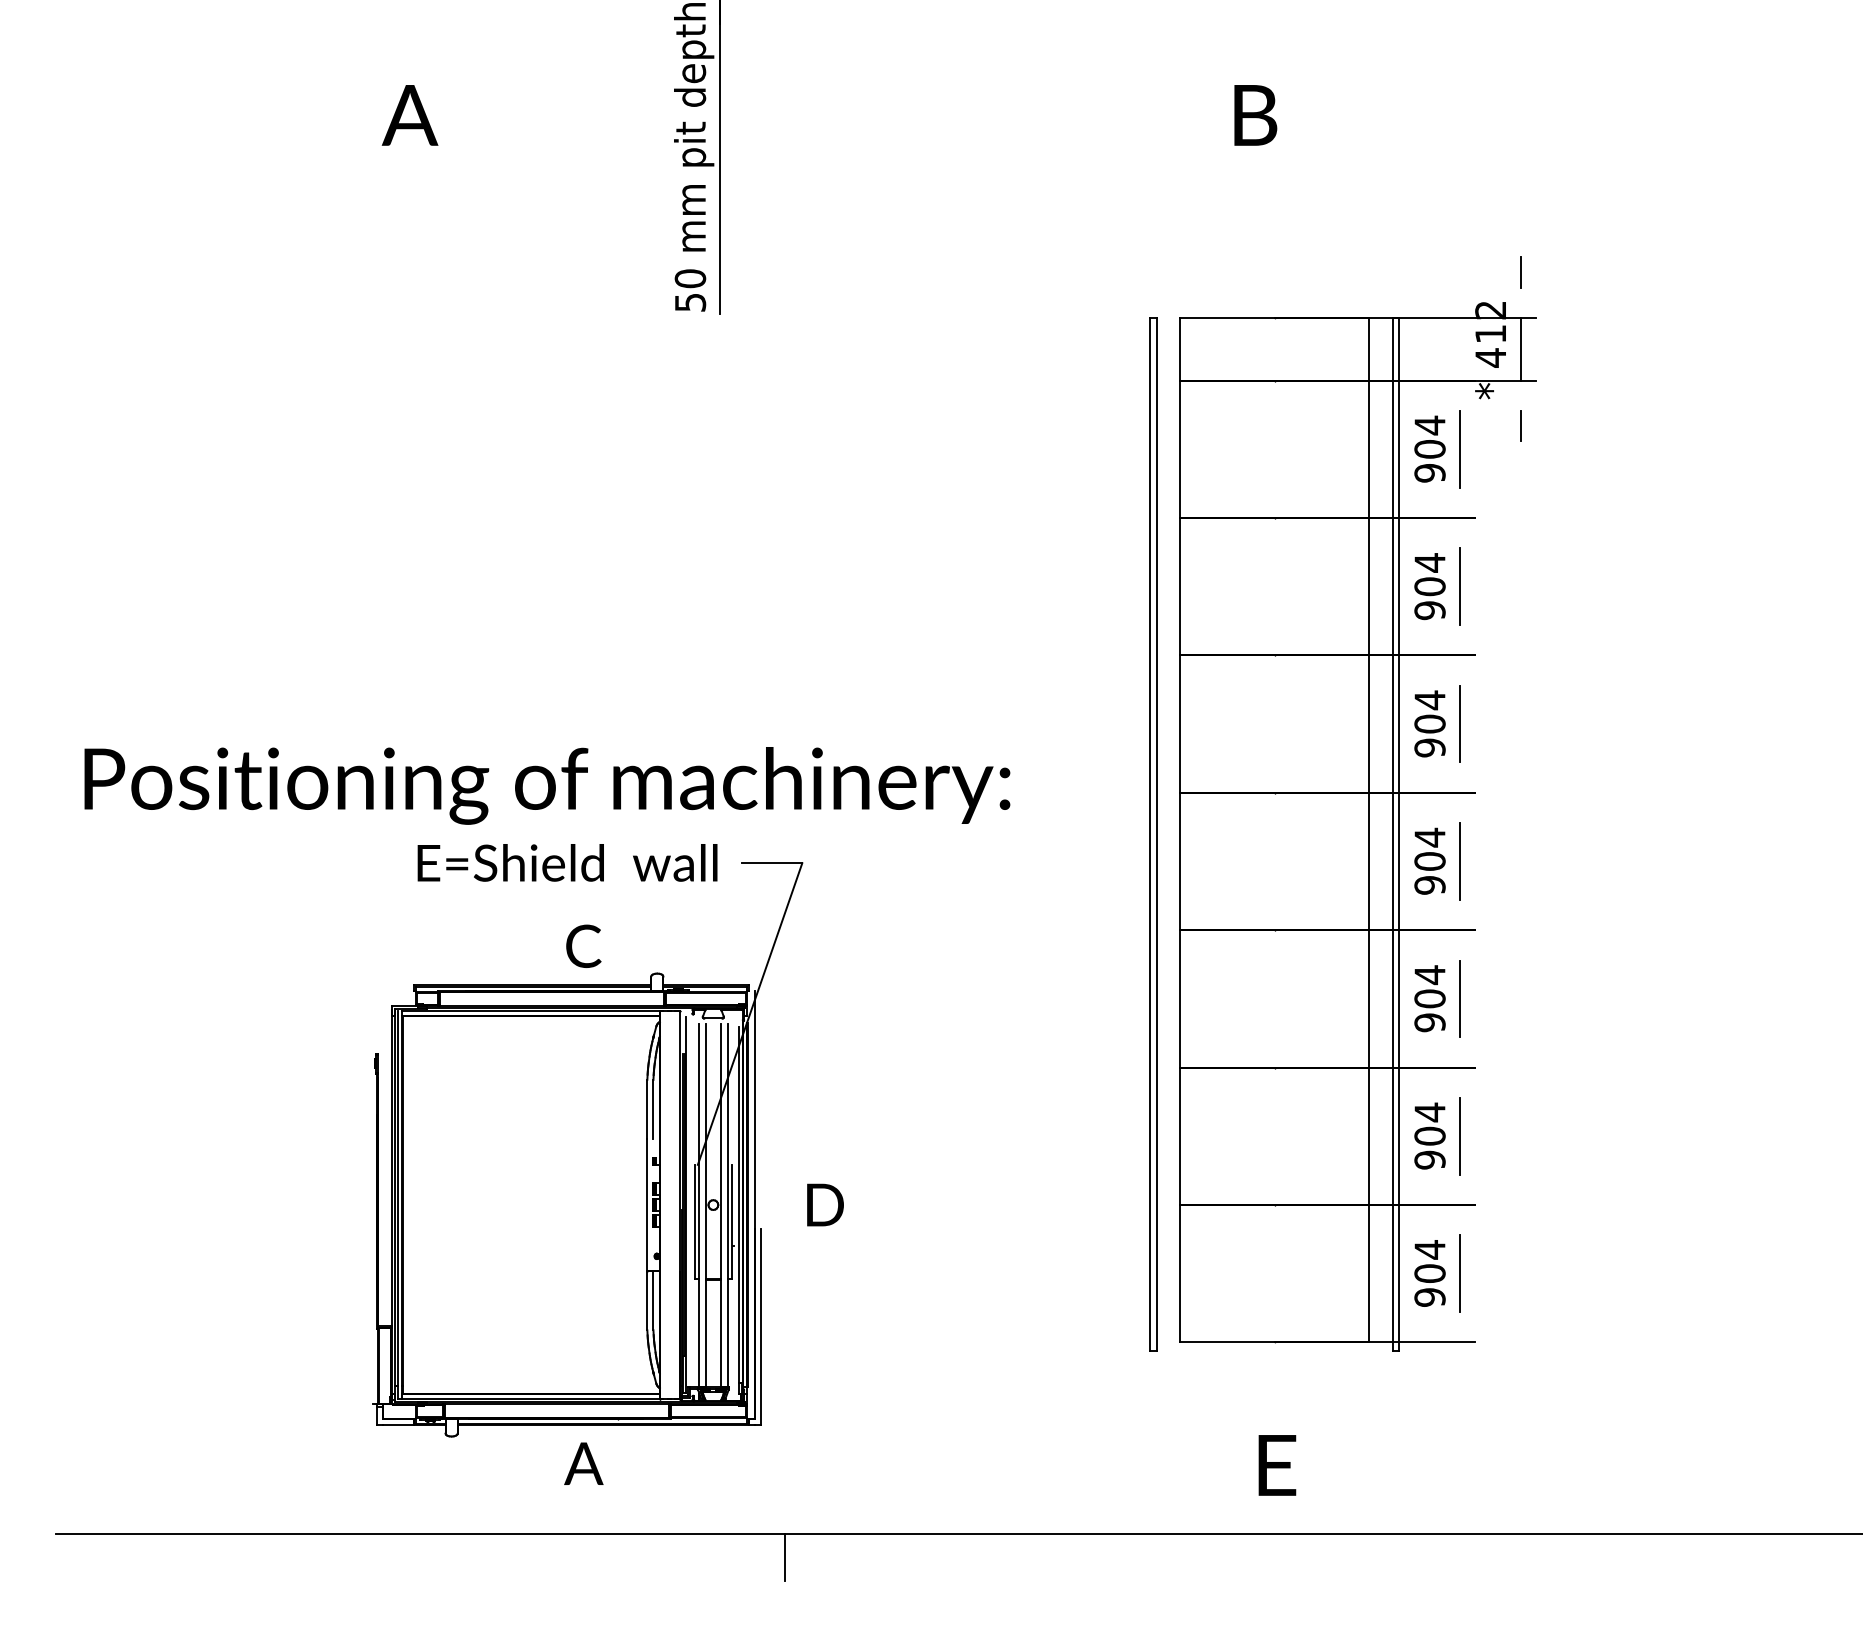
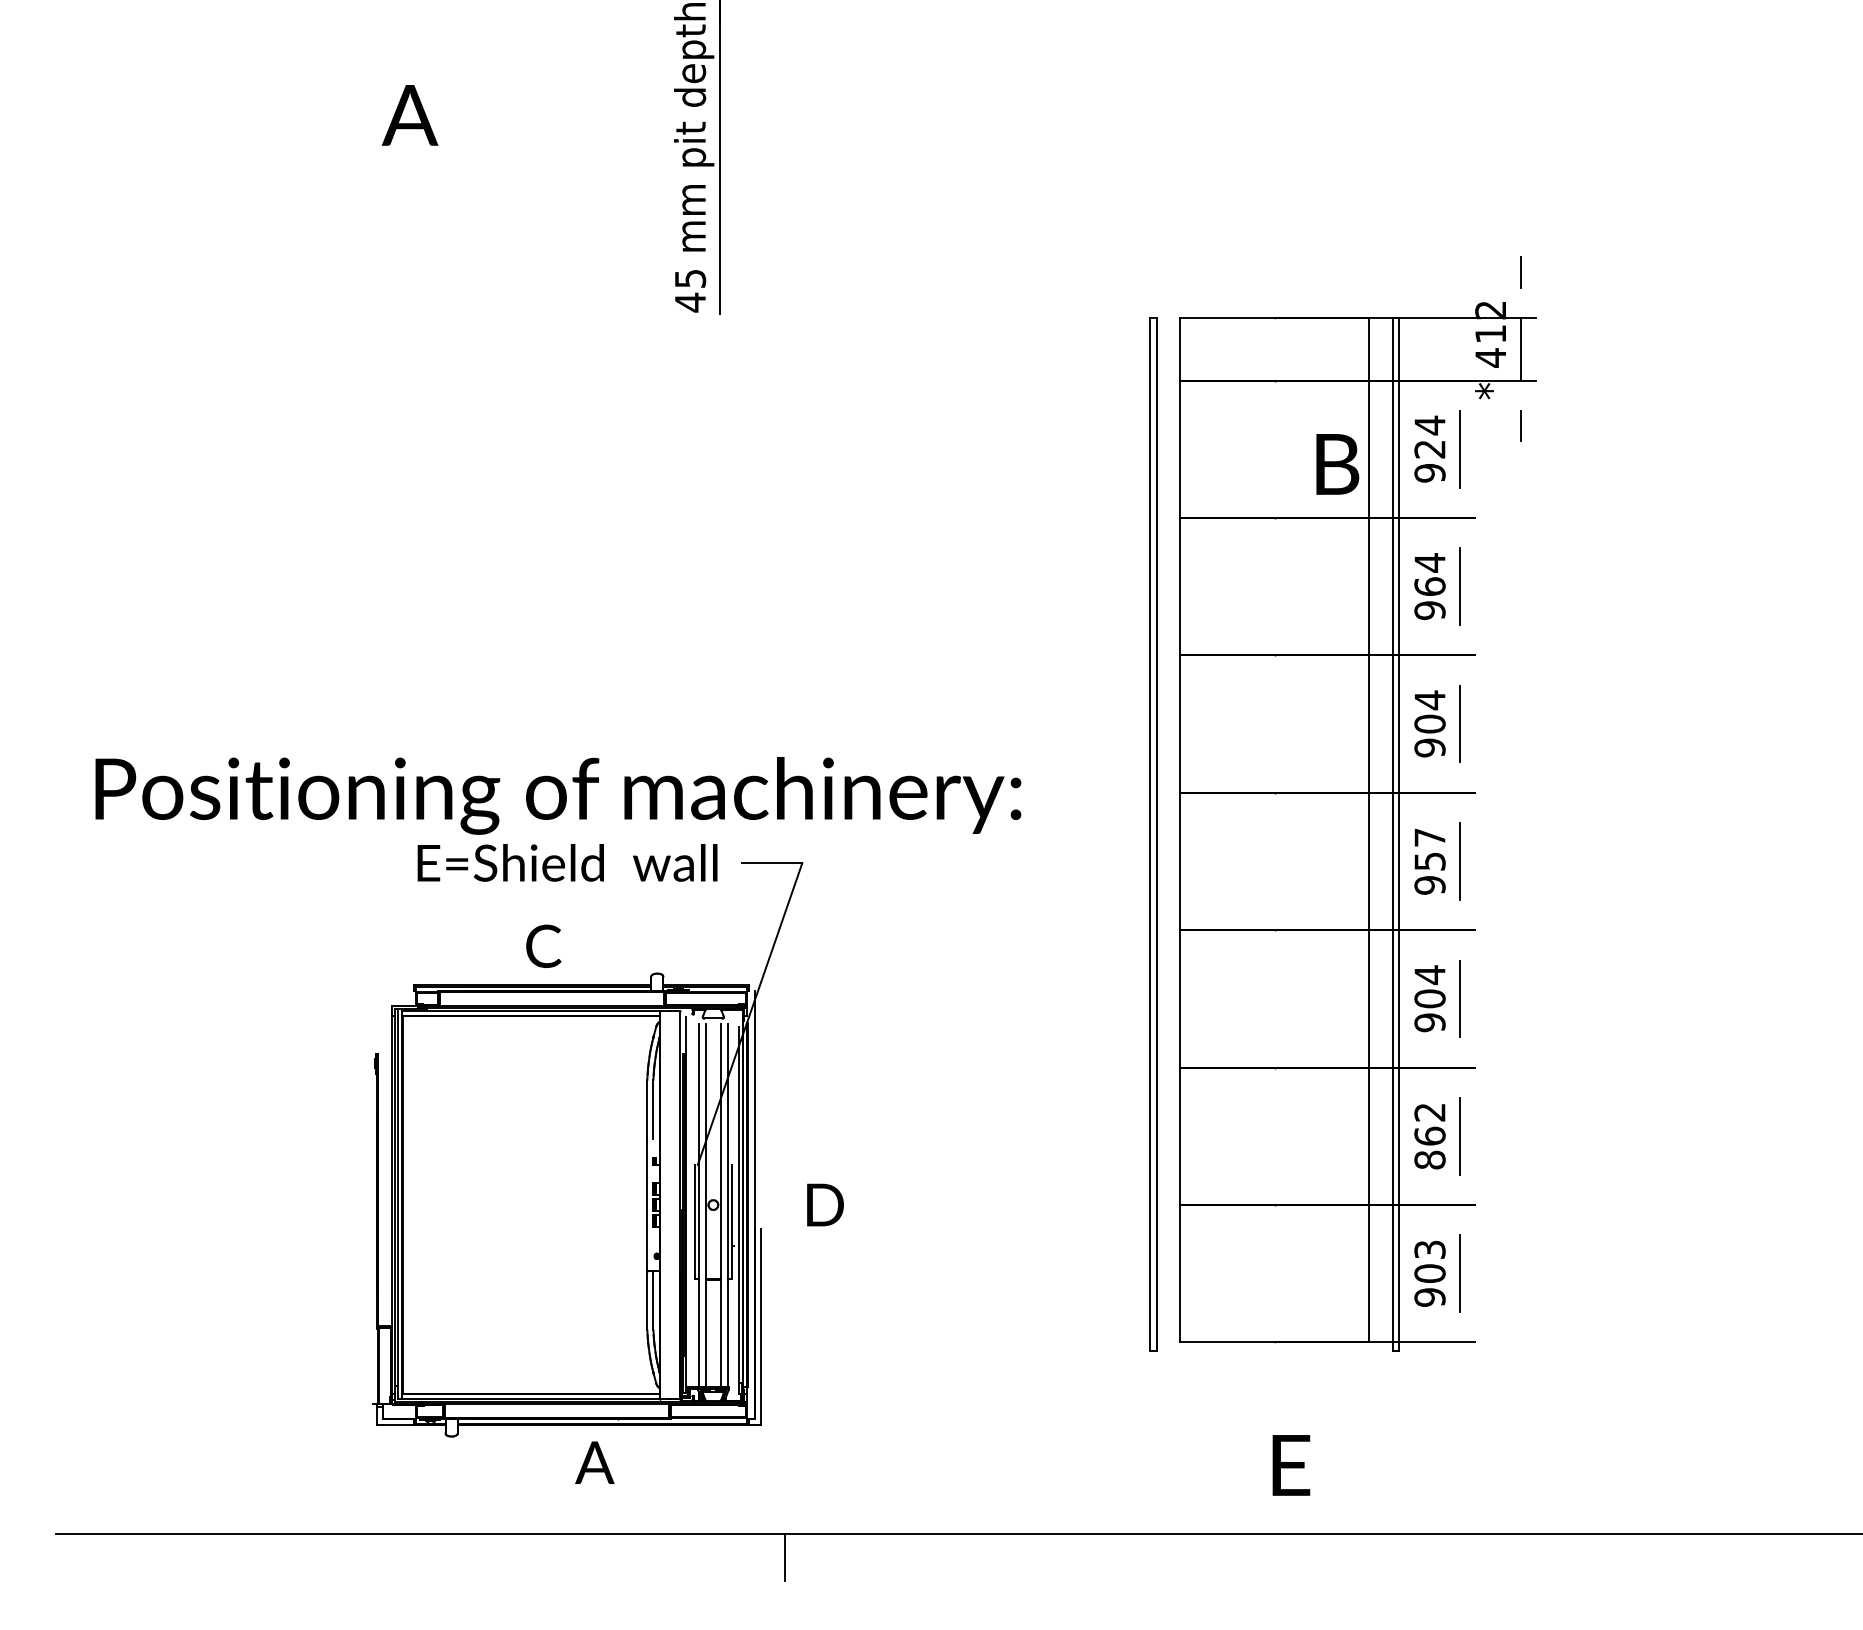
text at (1255, 115) position: (1255, 115) -> (1337, 464)
text at (690, 290): 50 -> 45
text at (1429, 449): 904 -> 924
text at (1429, 586): 904 -> 964
text at (547, 785) position: (547, 785) -> (558, 795)
text at (1429, 848): 904 -> 957
text at (583, 945) position: (583, 945) -> (543, 945)
text at (1429, 1135): 904 -> 862
text at (1429, 1249): 904 -> 903
text at (583, 1463) position: (583, 1463) -> (594, 1462)
text at (1277, 1465) position: (1277, 1465) -> (1291, 1465)
